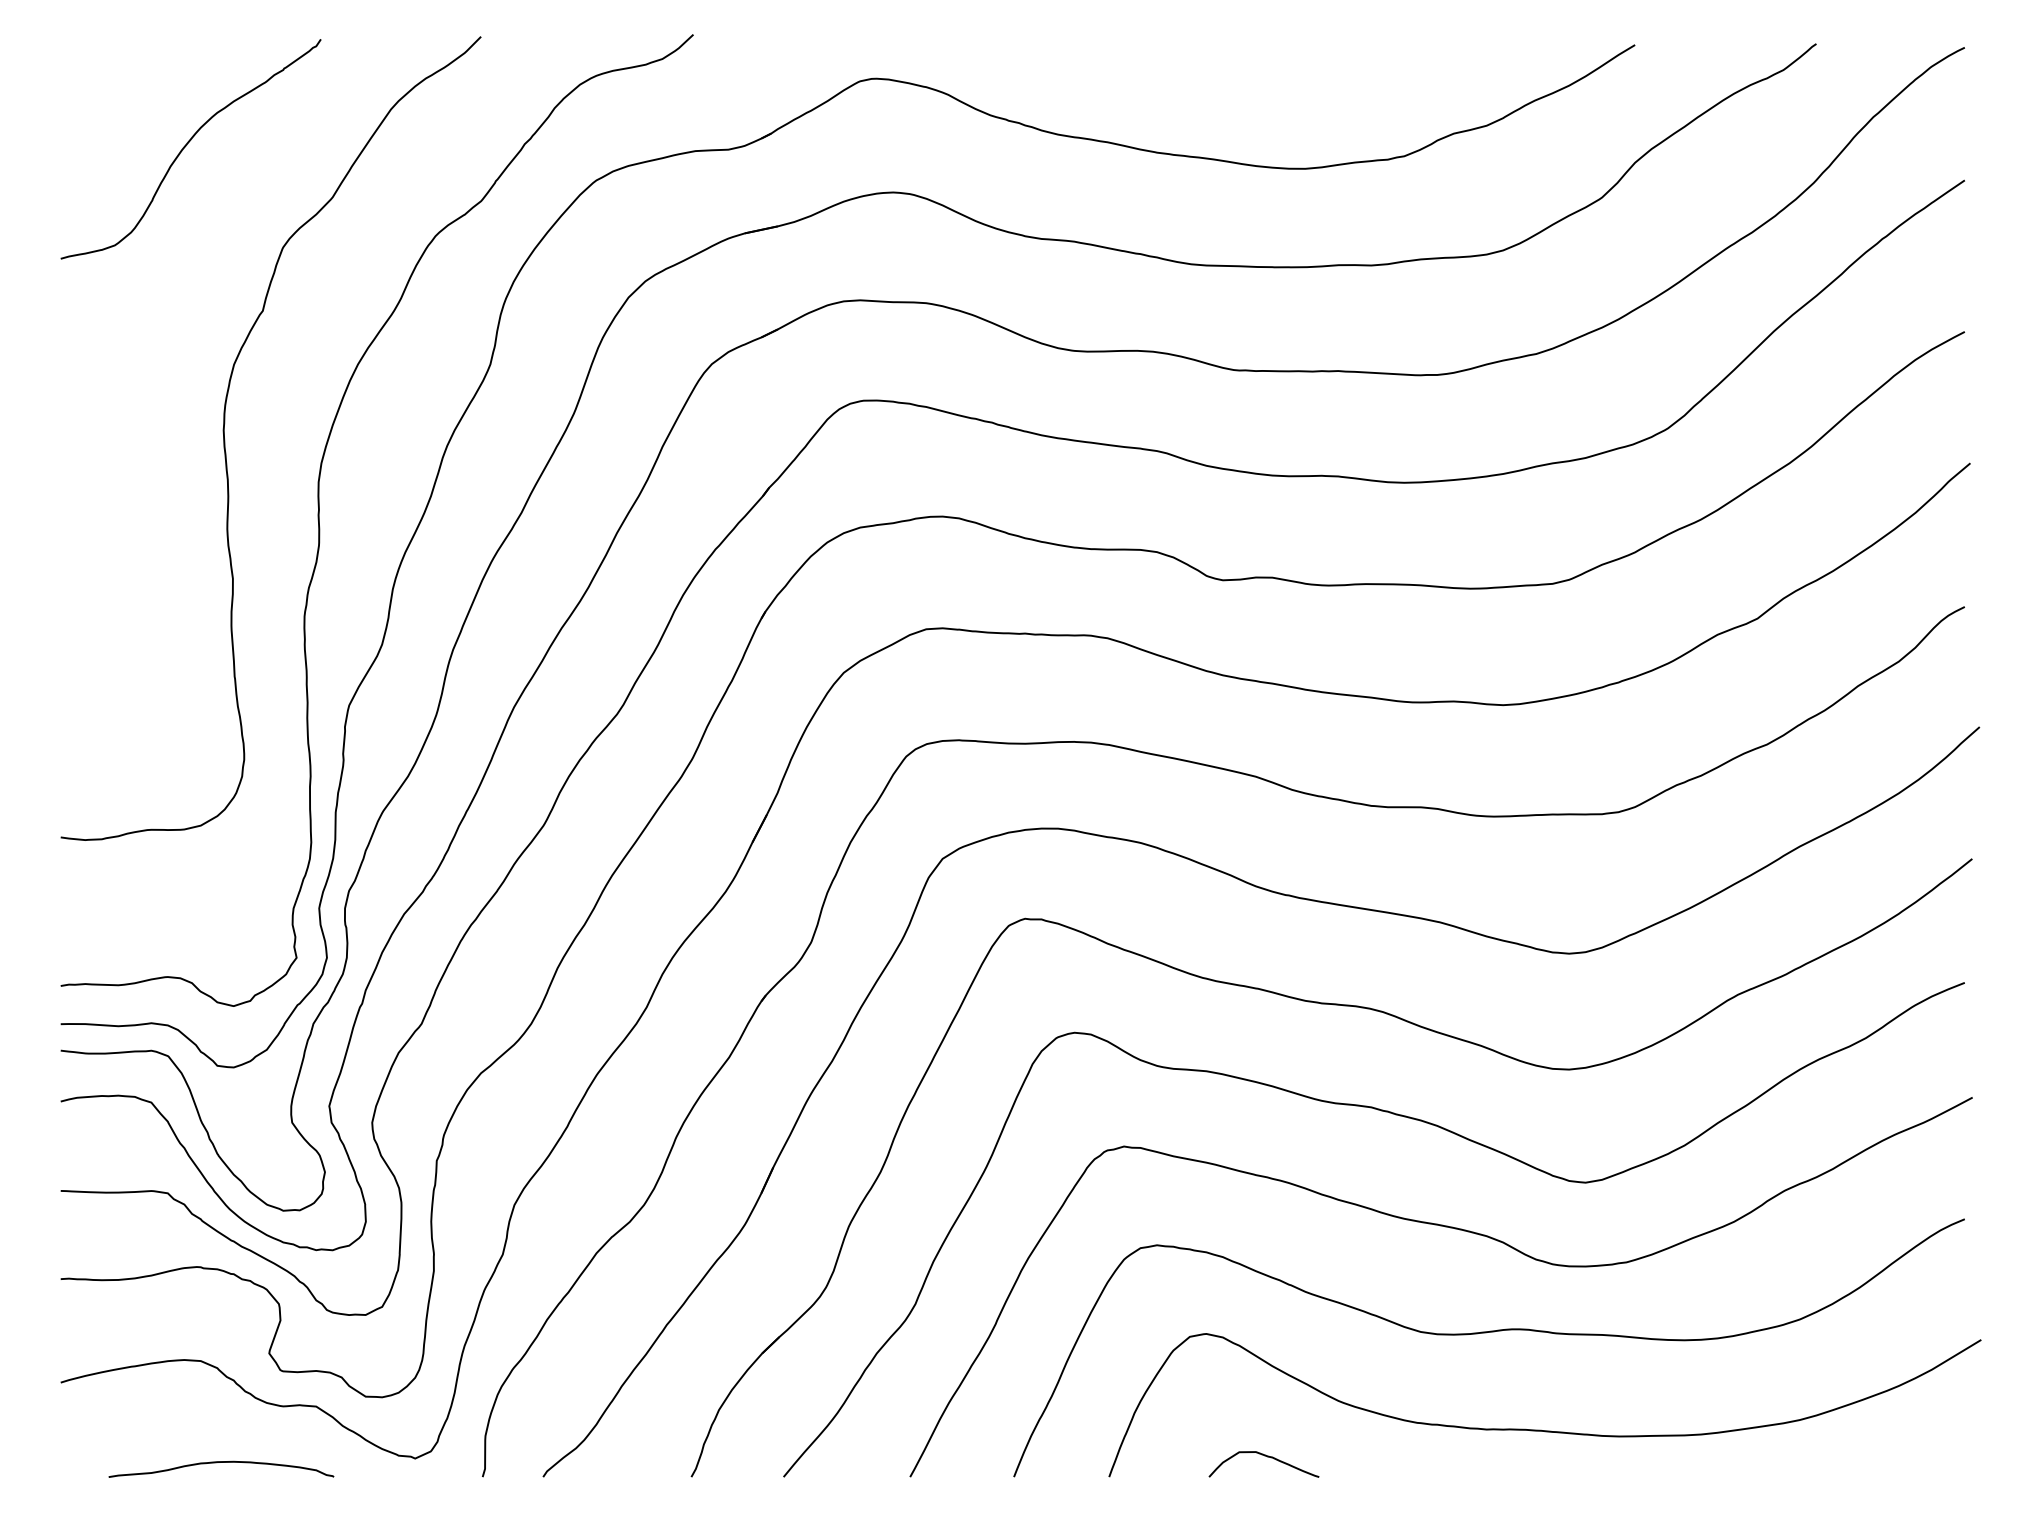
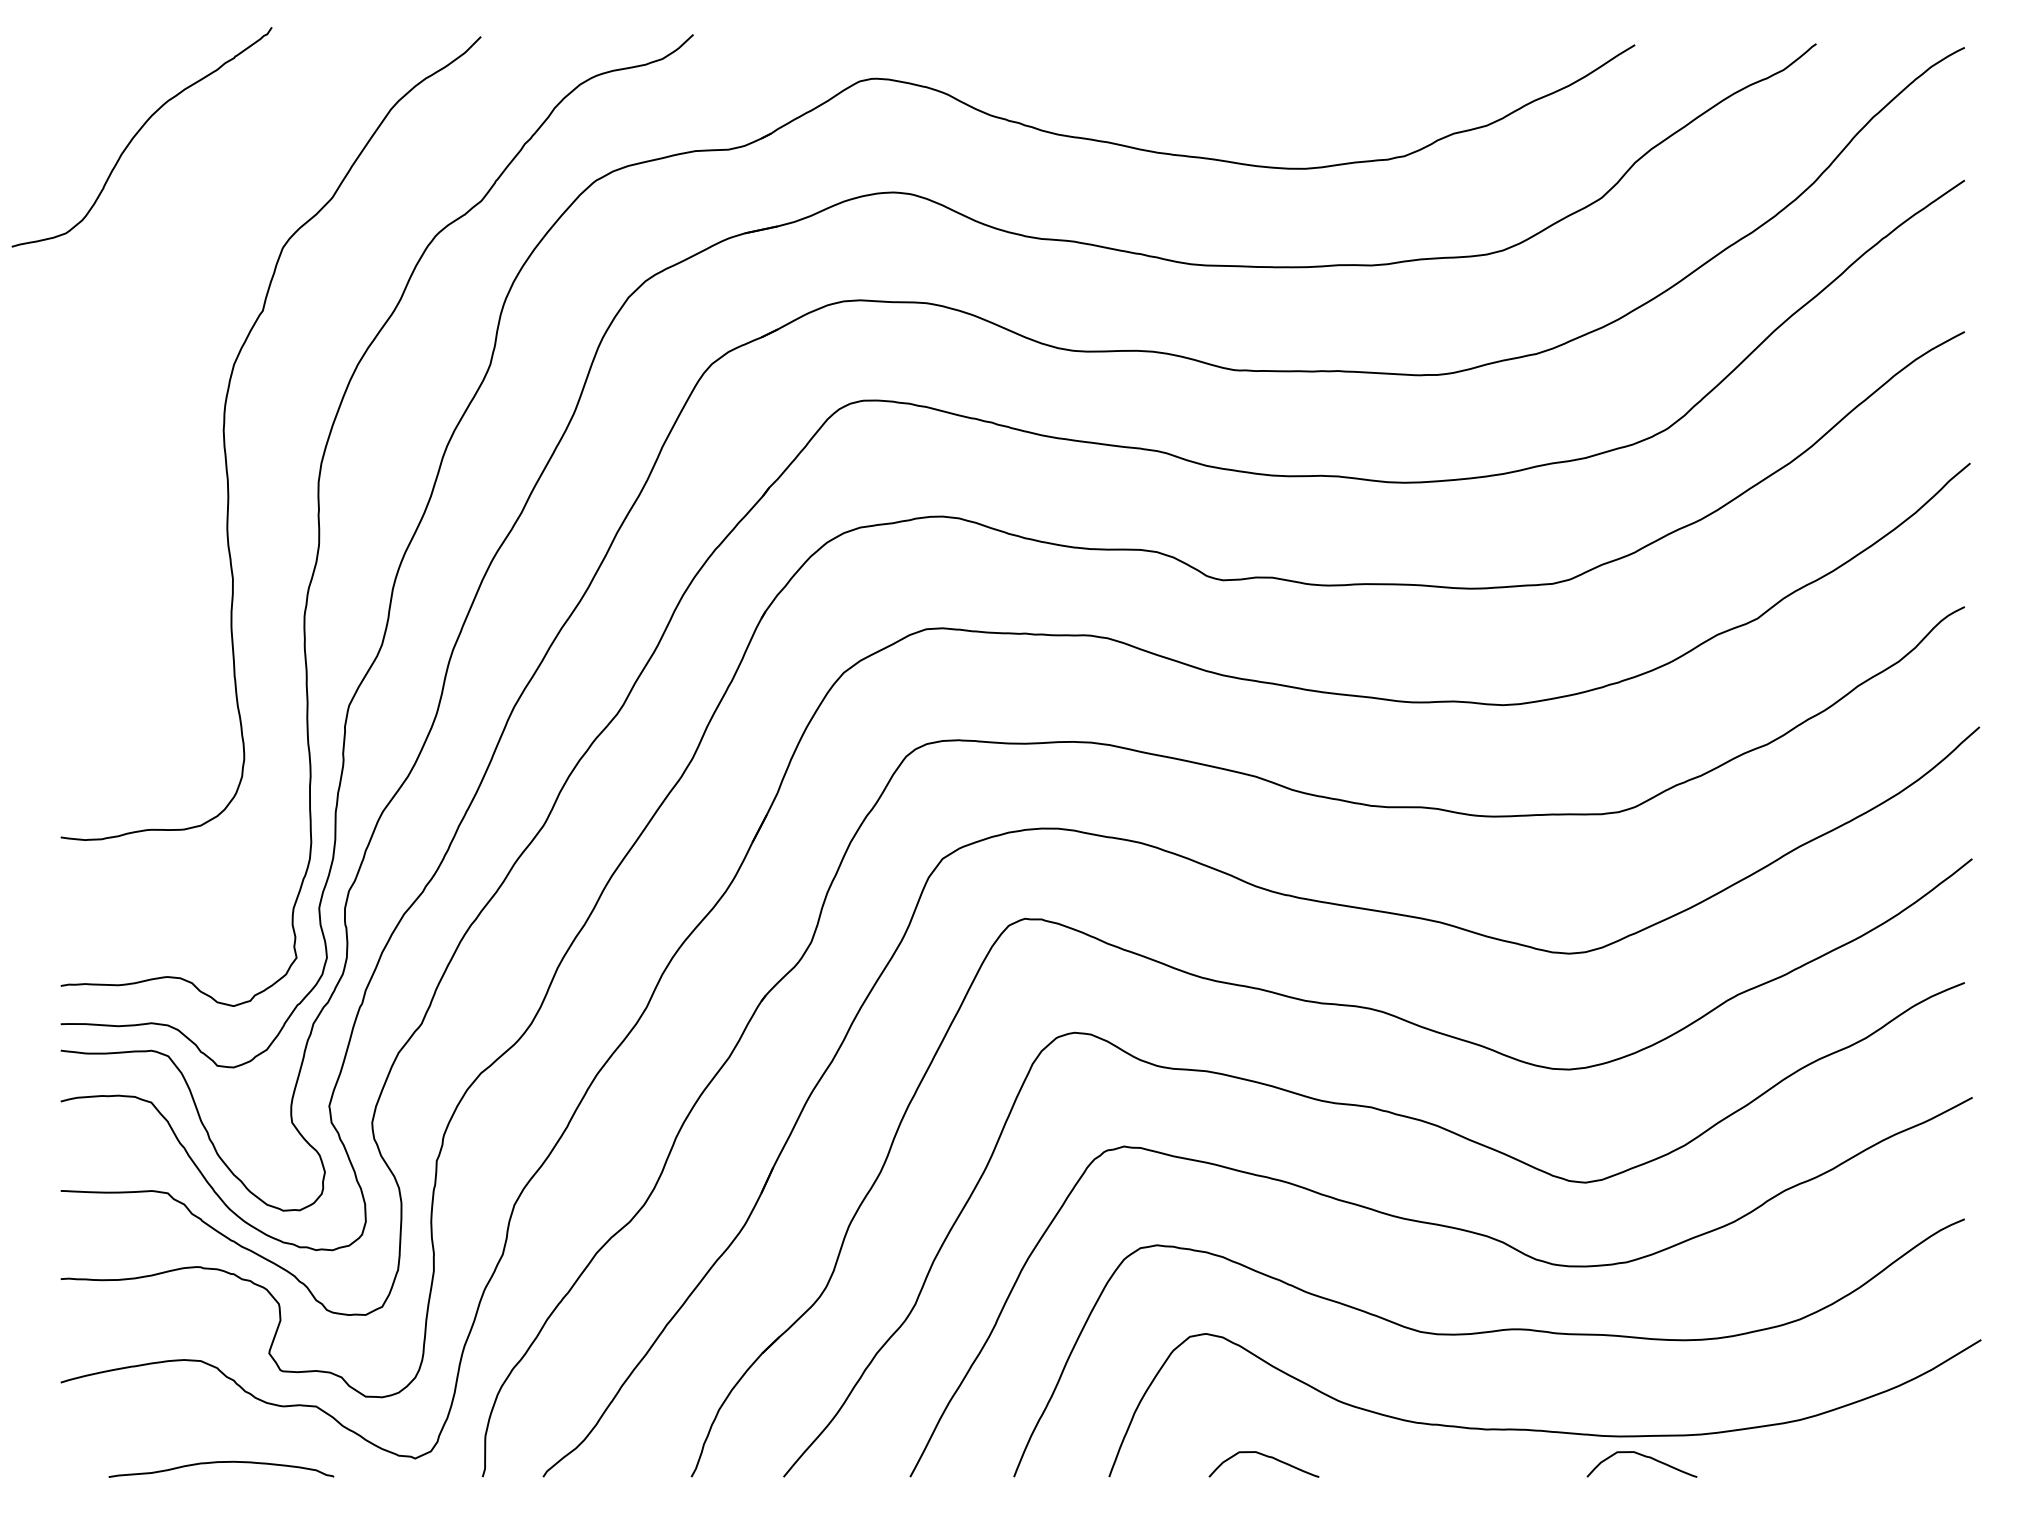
curve at (187, 145) position: (187, 145) -> (138, 133)
curve at (1642, 1456): none -> present
